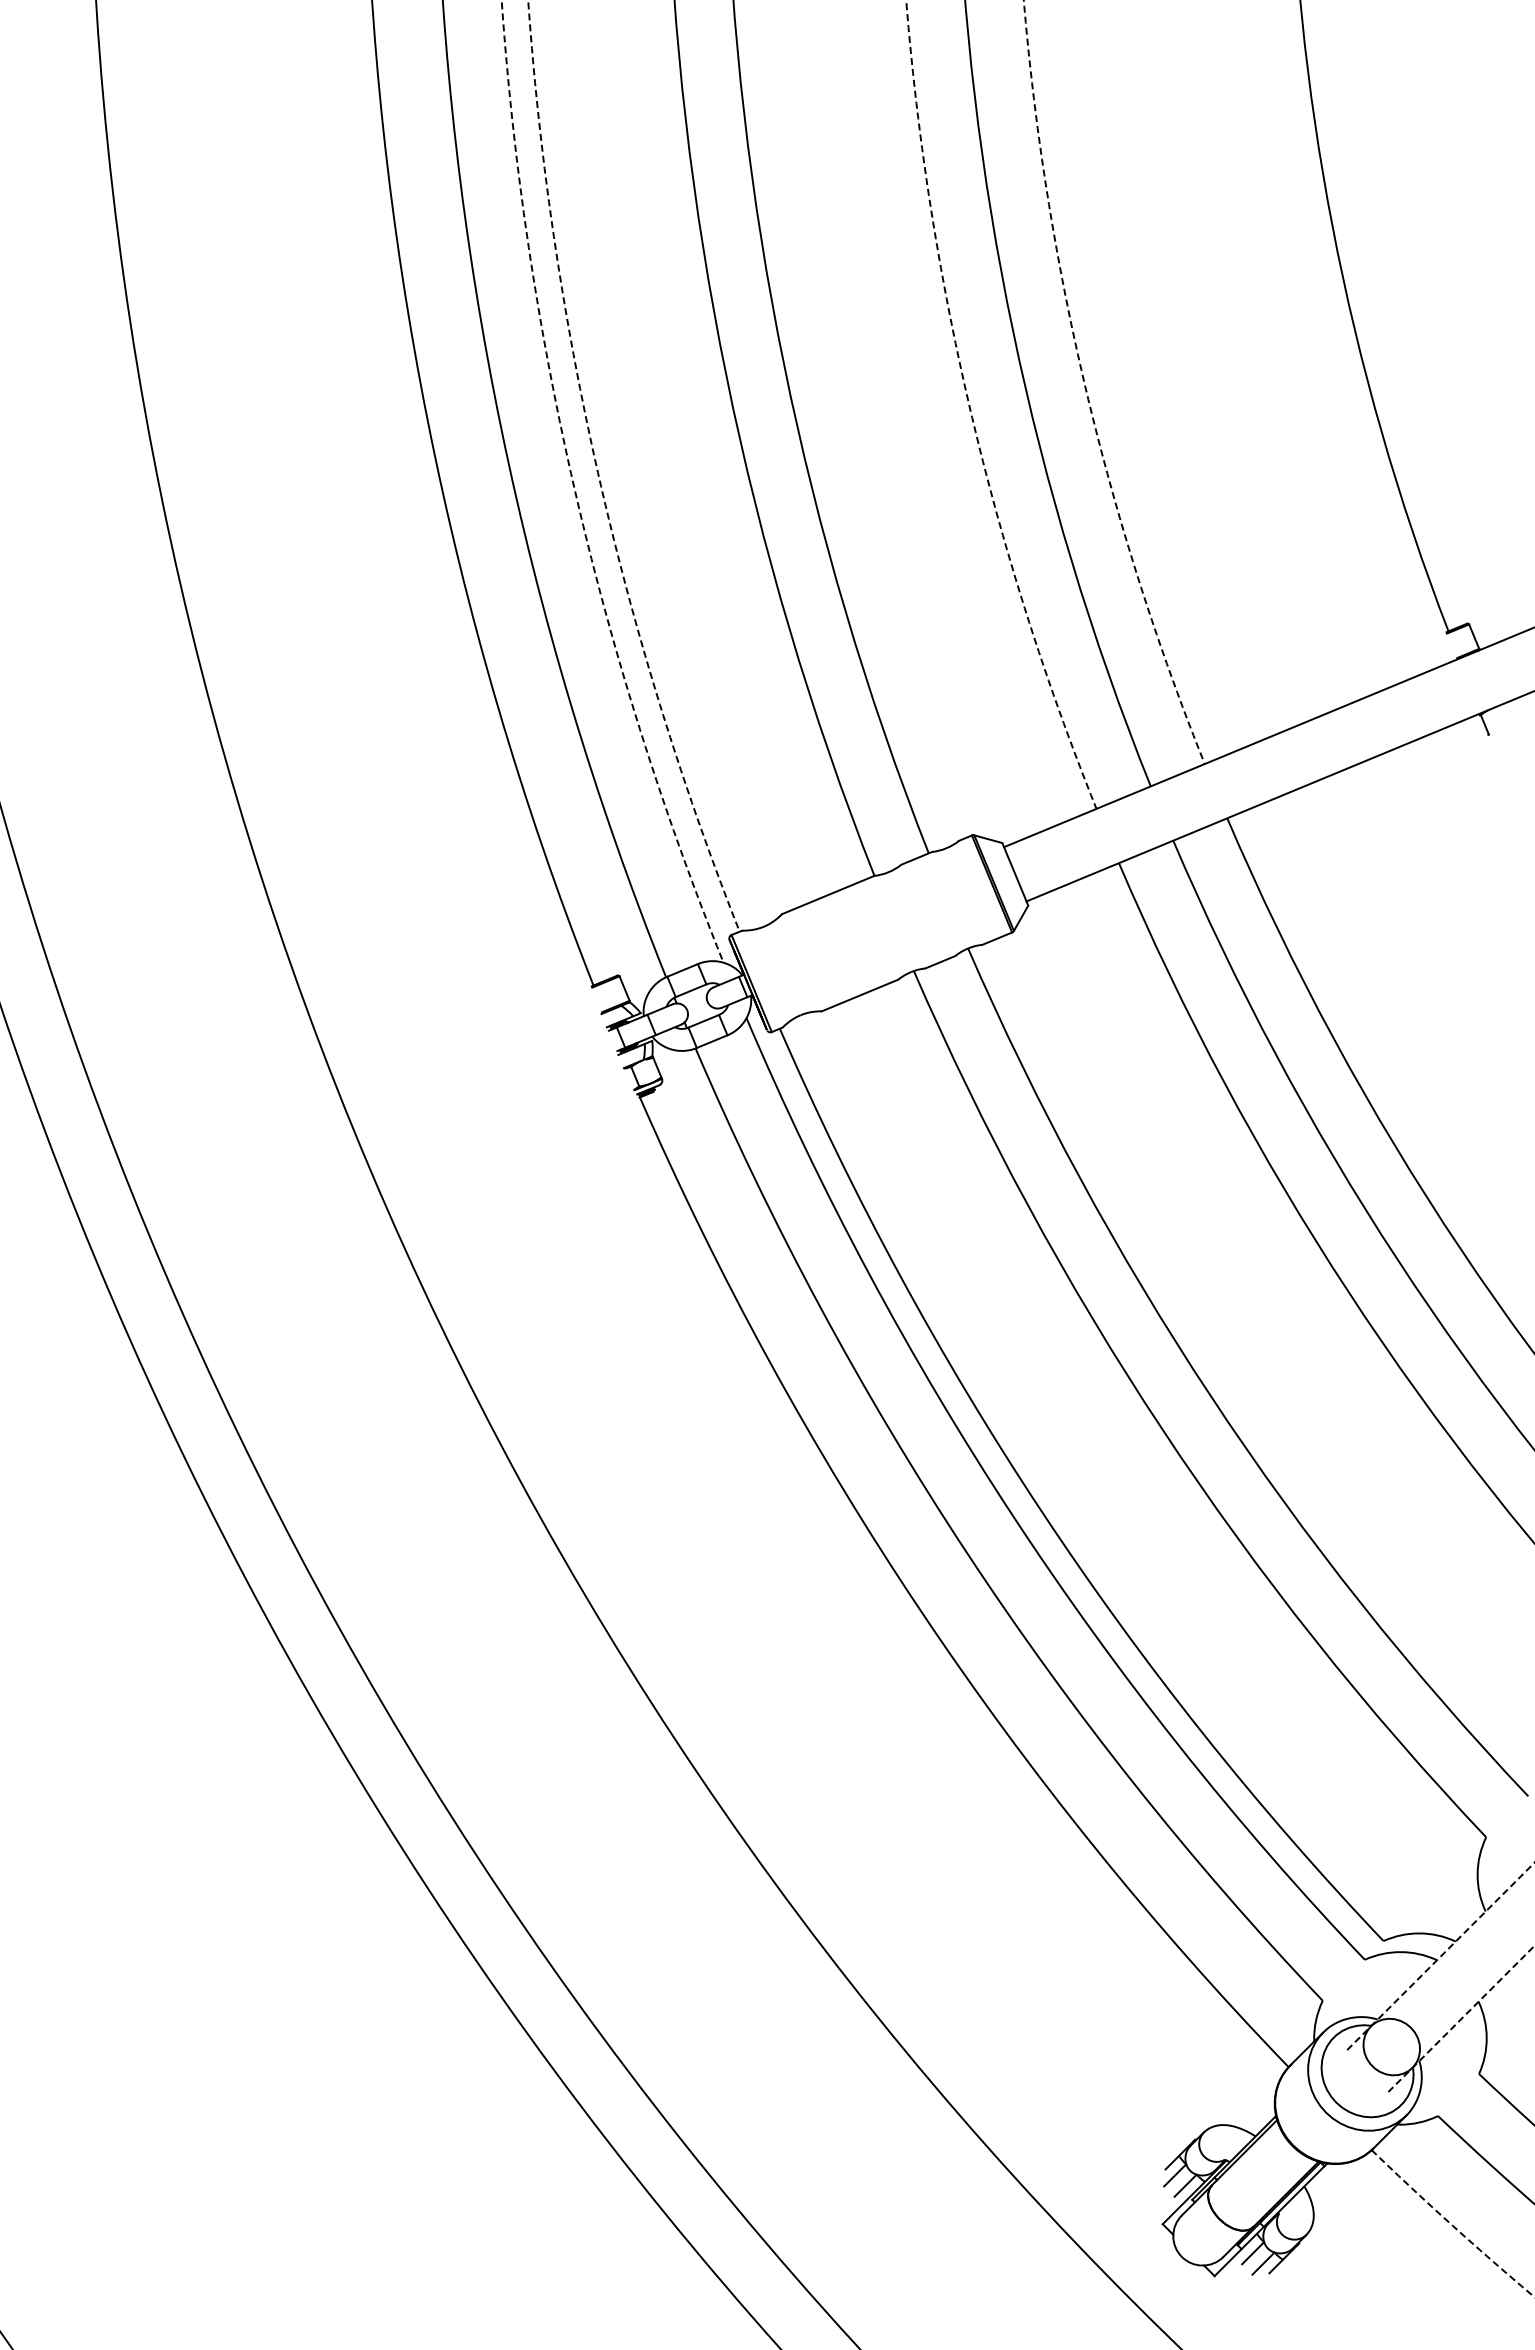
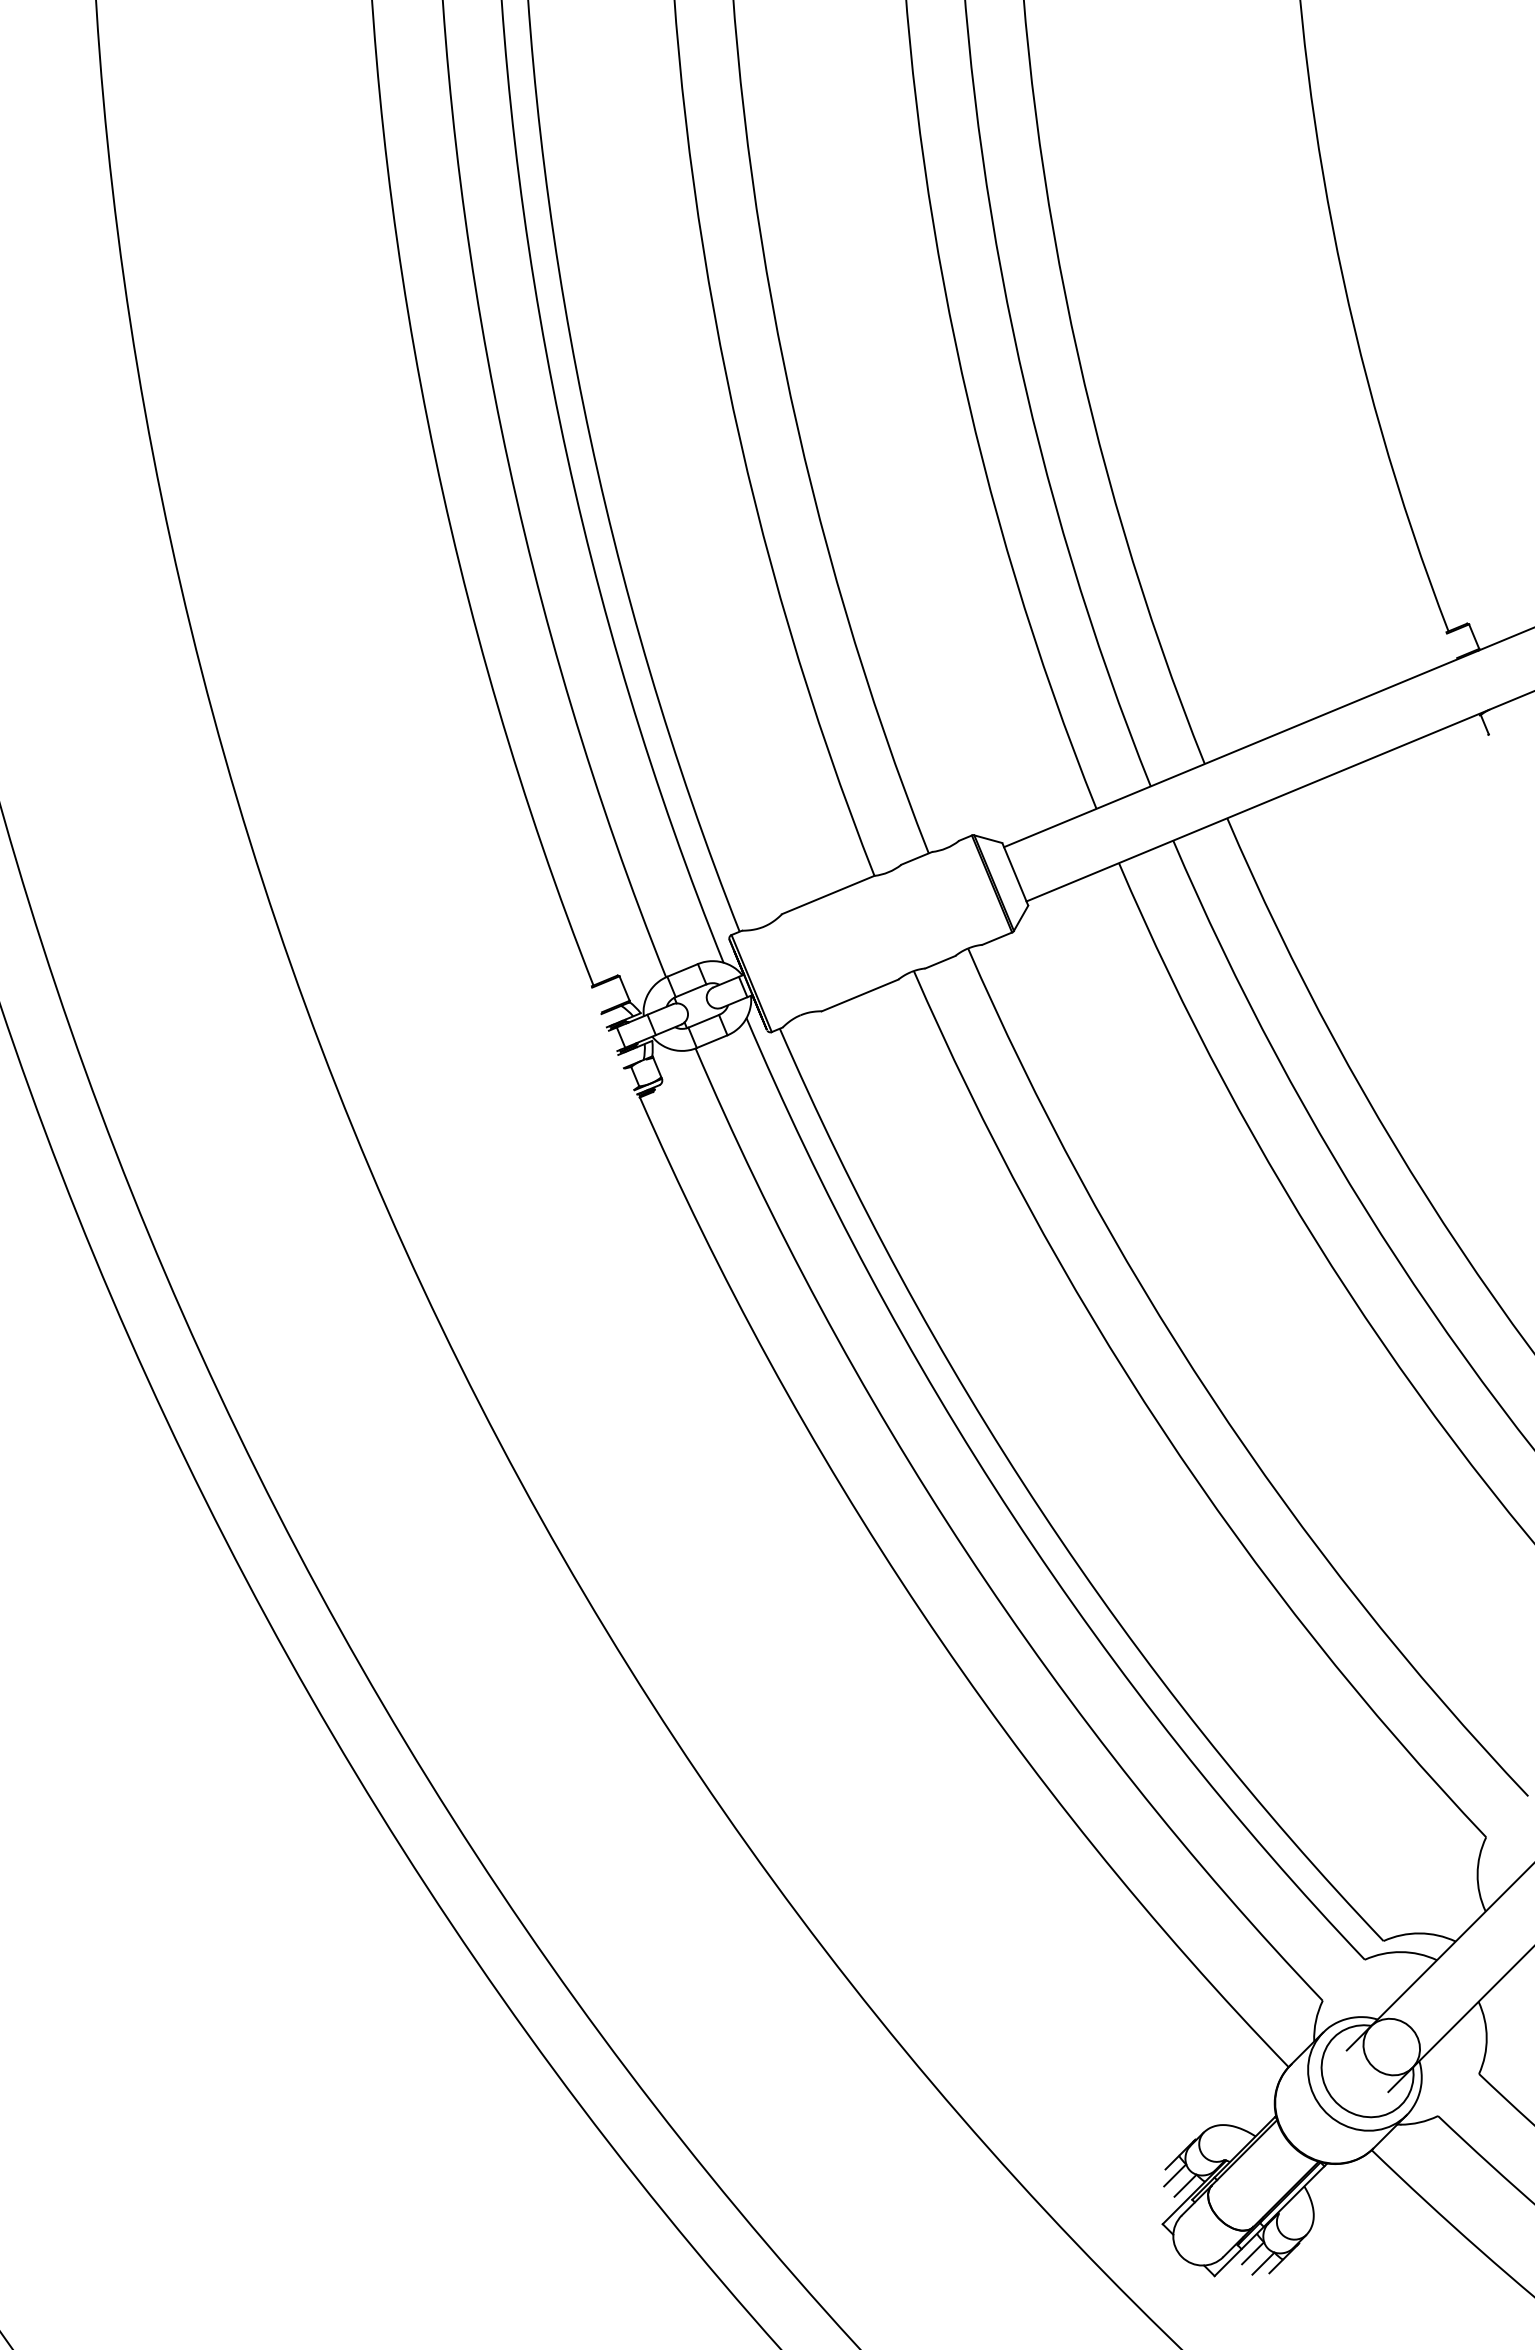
arc at (1085, 388): dashed -> solid
arc at (970, 411): dashed -> solid
arc at (598, 473): dashed -> solid
arc at (575, 490): dashed -> solid
line at (1440, 1956): dashed -> solid
line at (1461, 2018): dashed -> solid
arc at (1452, 2225): dashed -> solid
